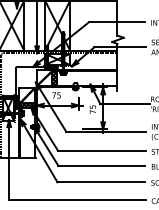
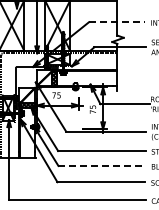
line at (117, 22): solid -> dashed
line at (101, 165): solid -> dashed
